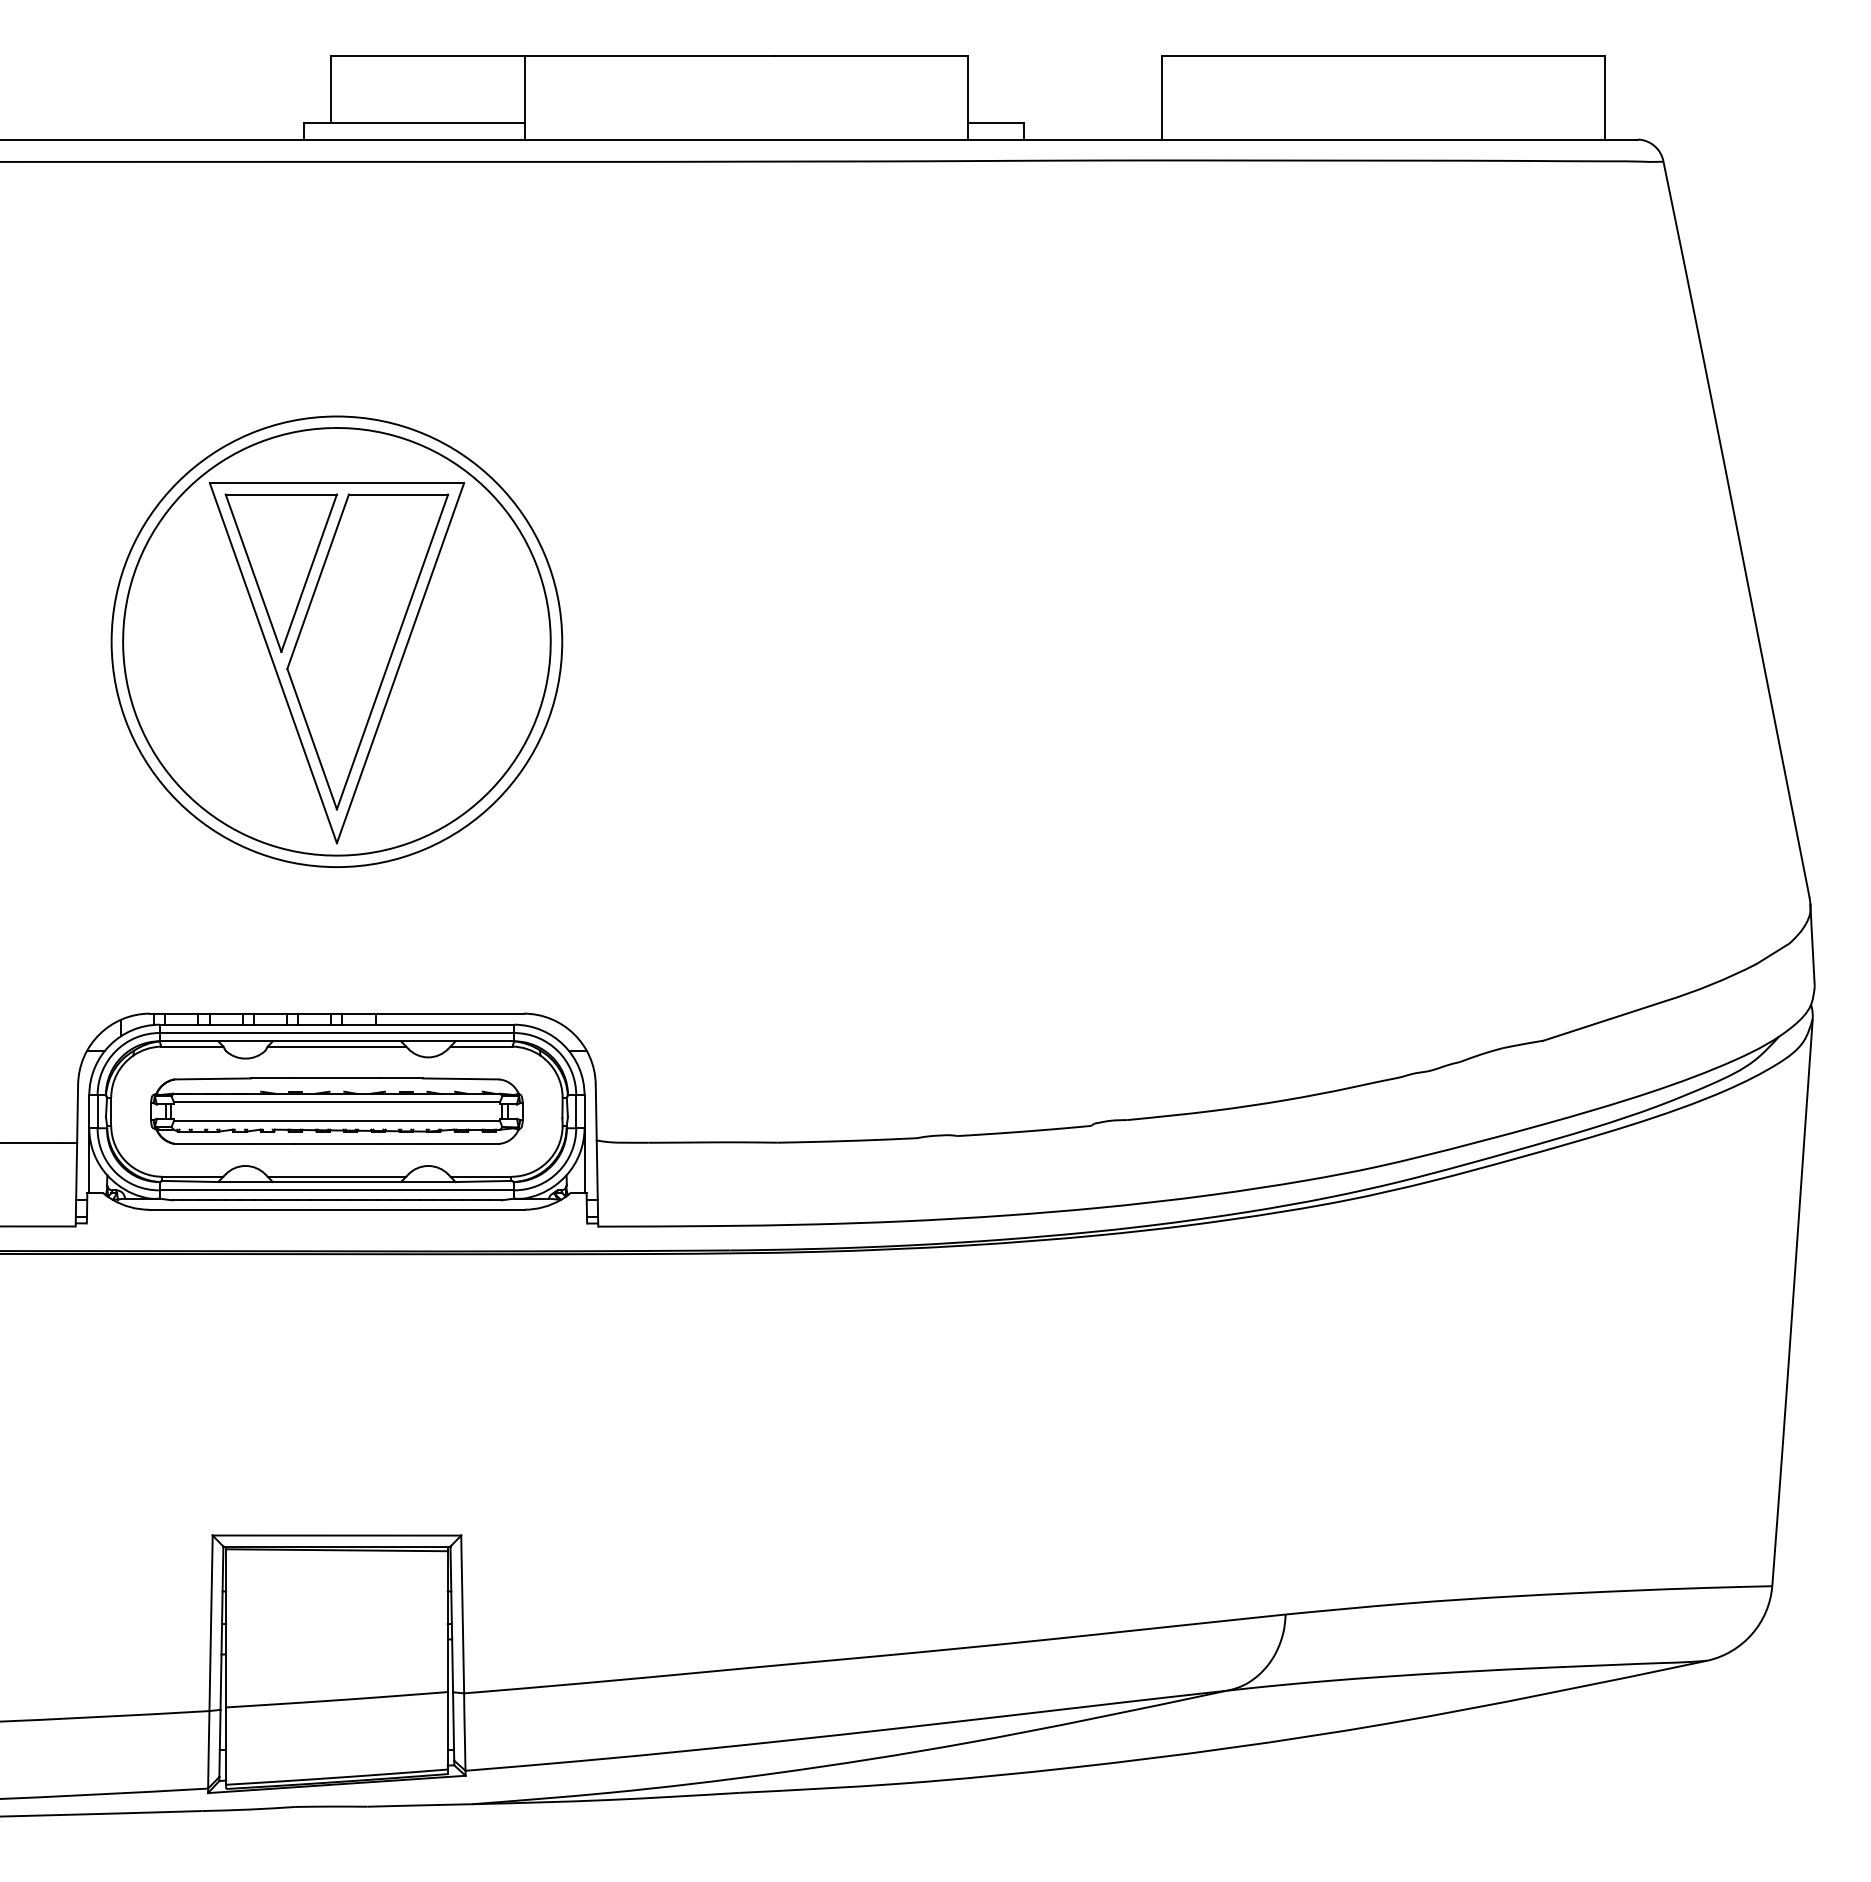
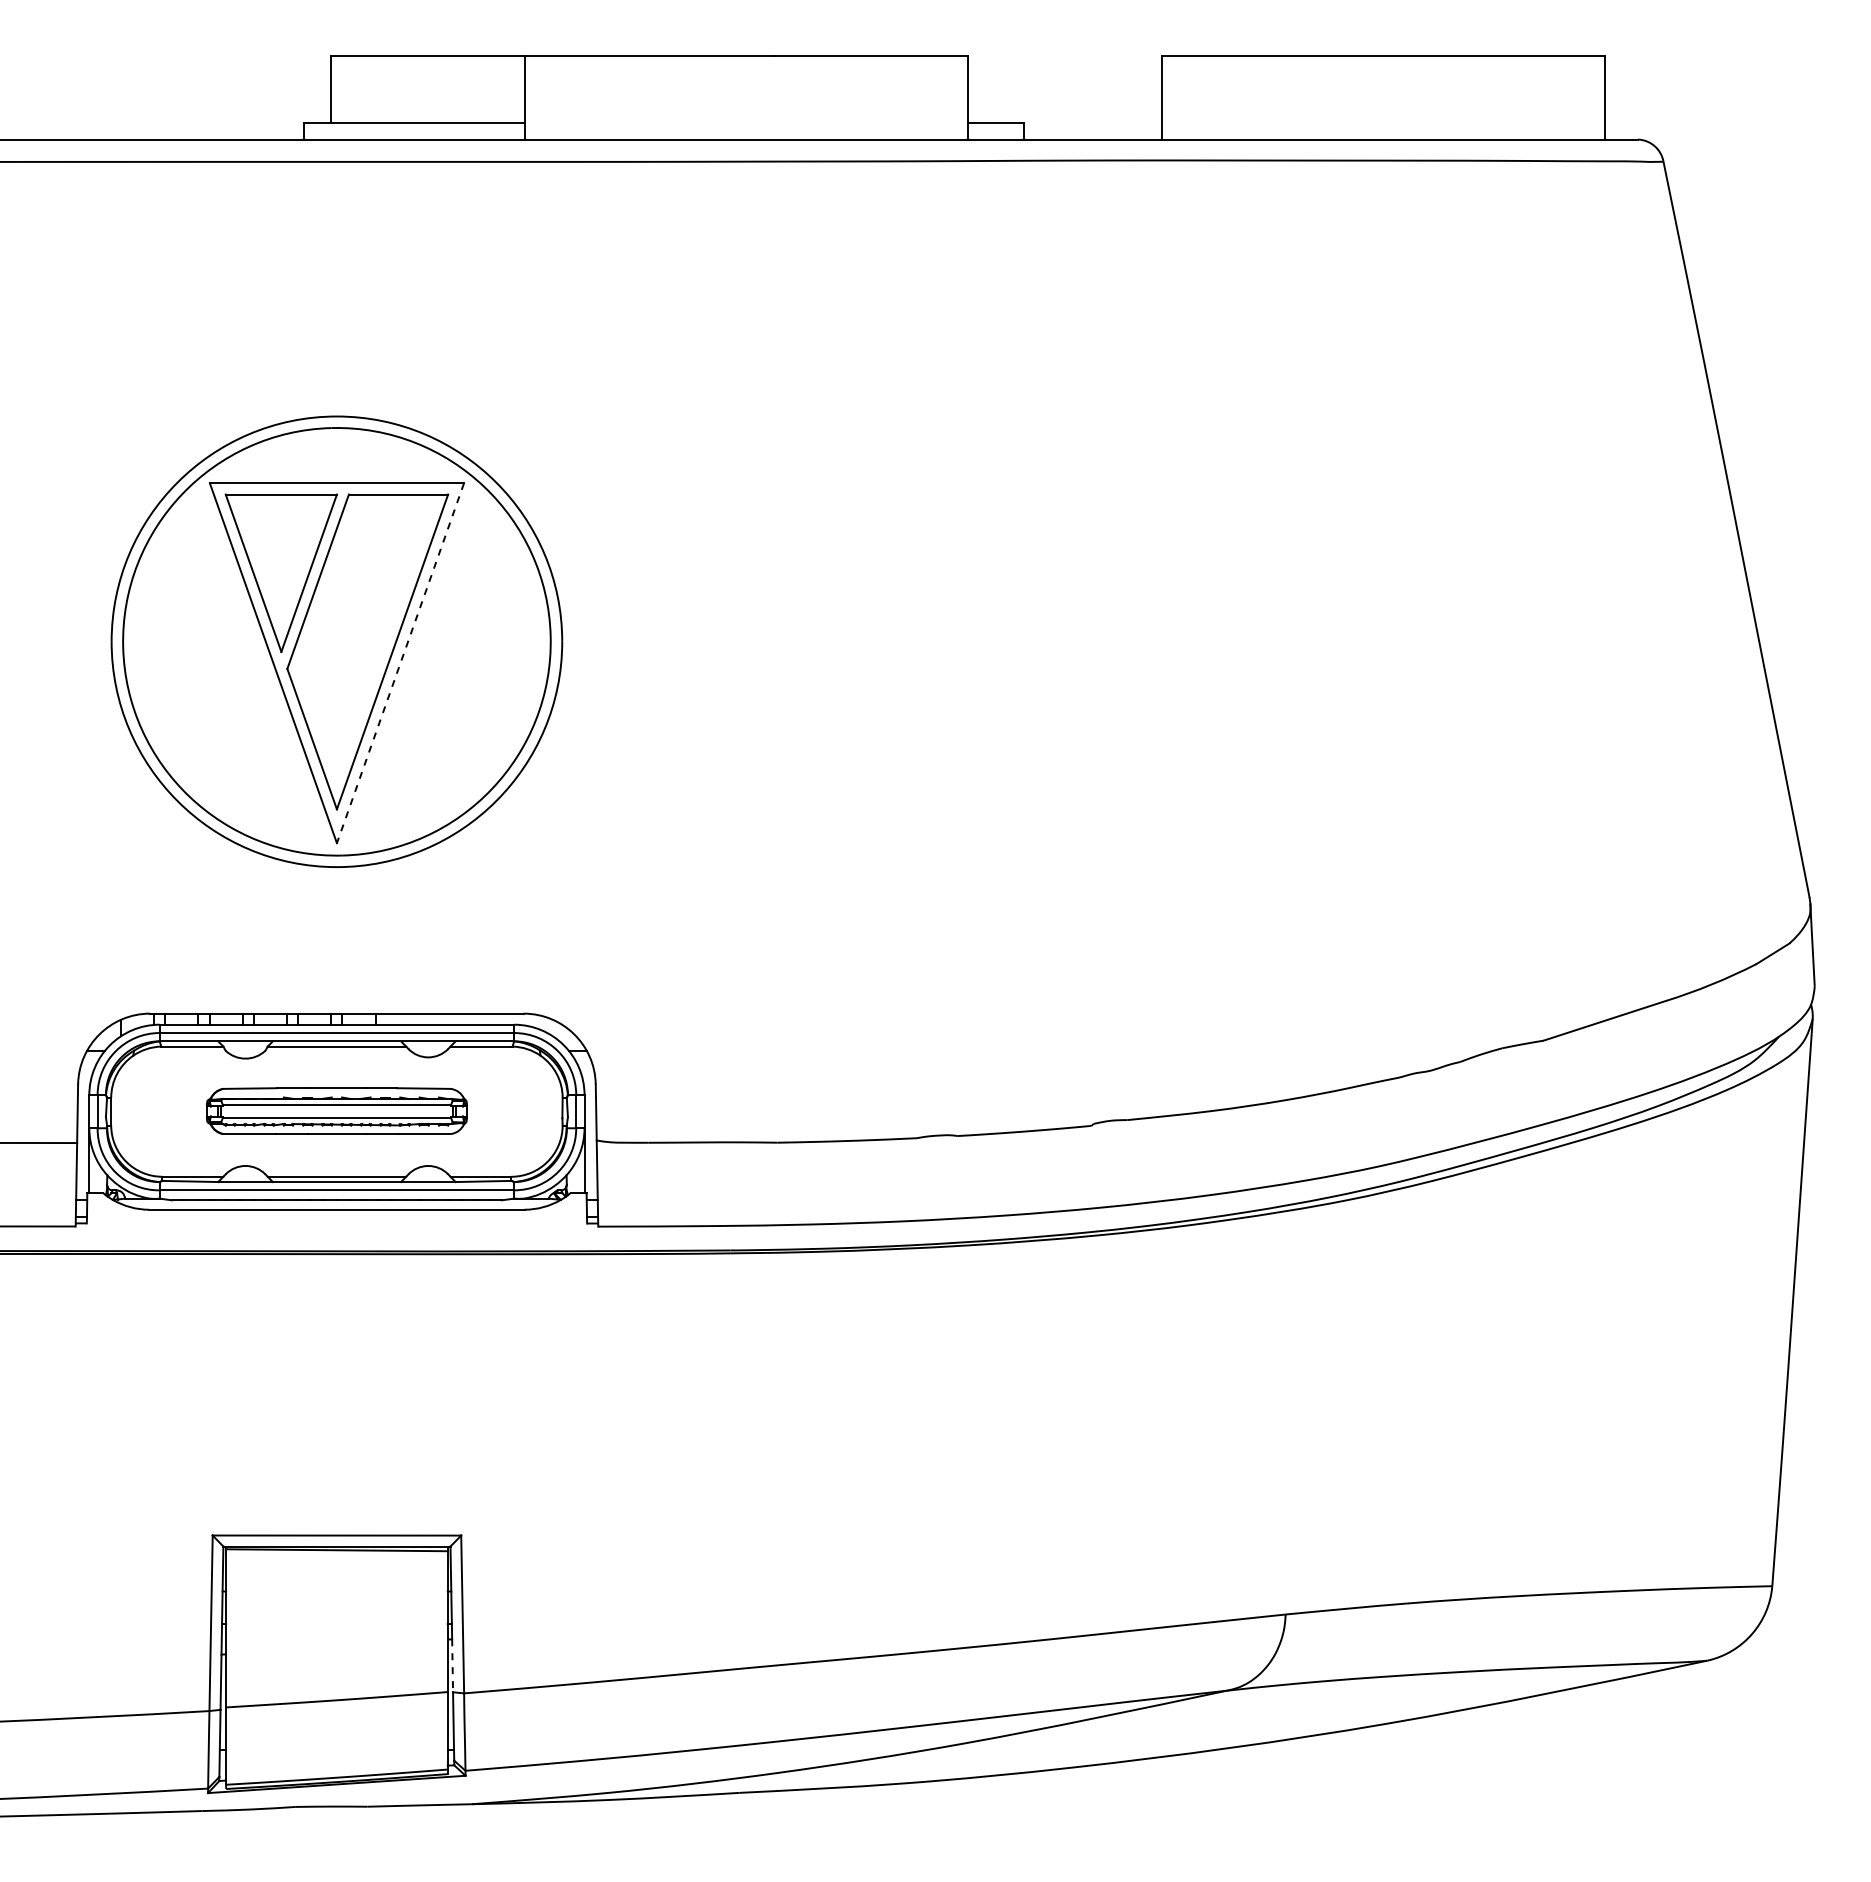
line at (400, 663): solid -> dashed
part at (336, 1110) size: 374x68 px -> 262x48 px
line at (452, 1666): solid -> dashed
